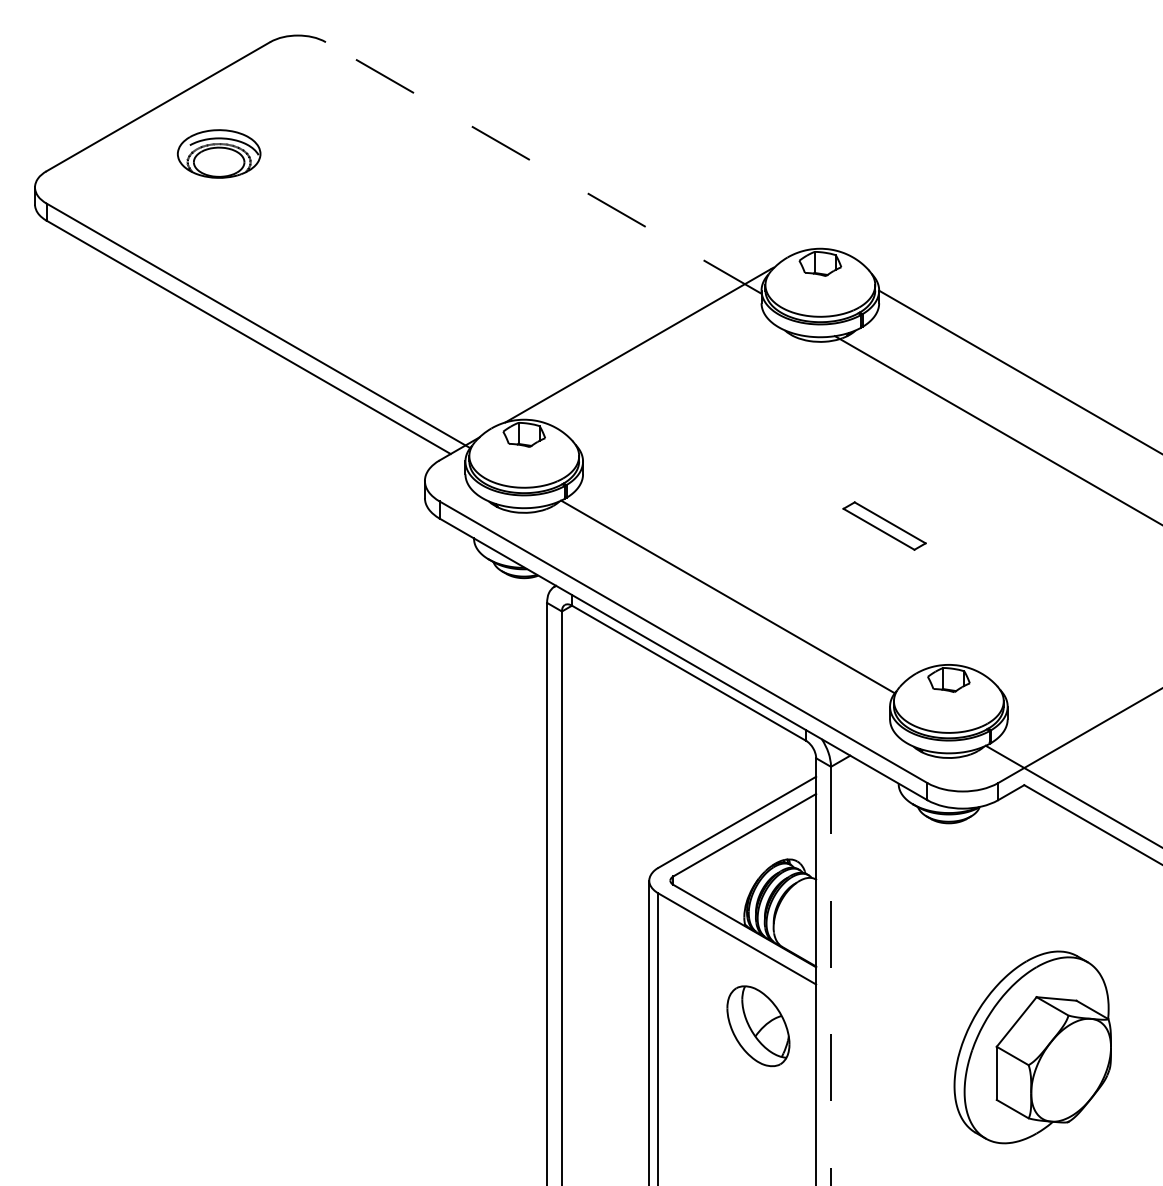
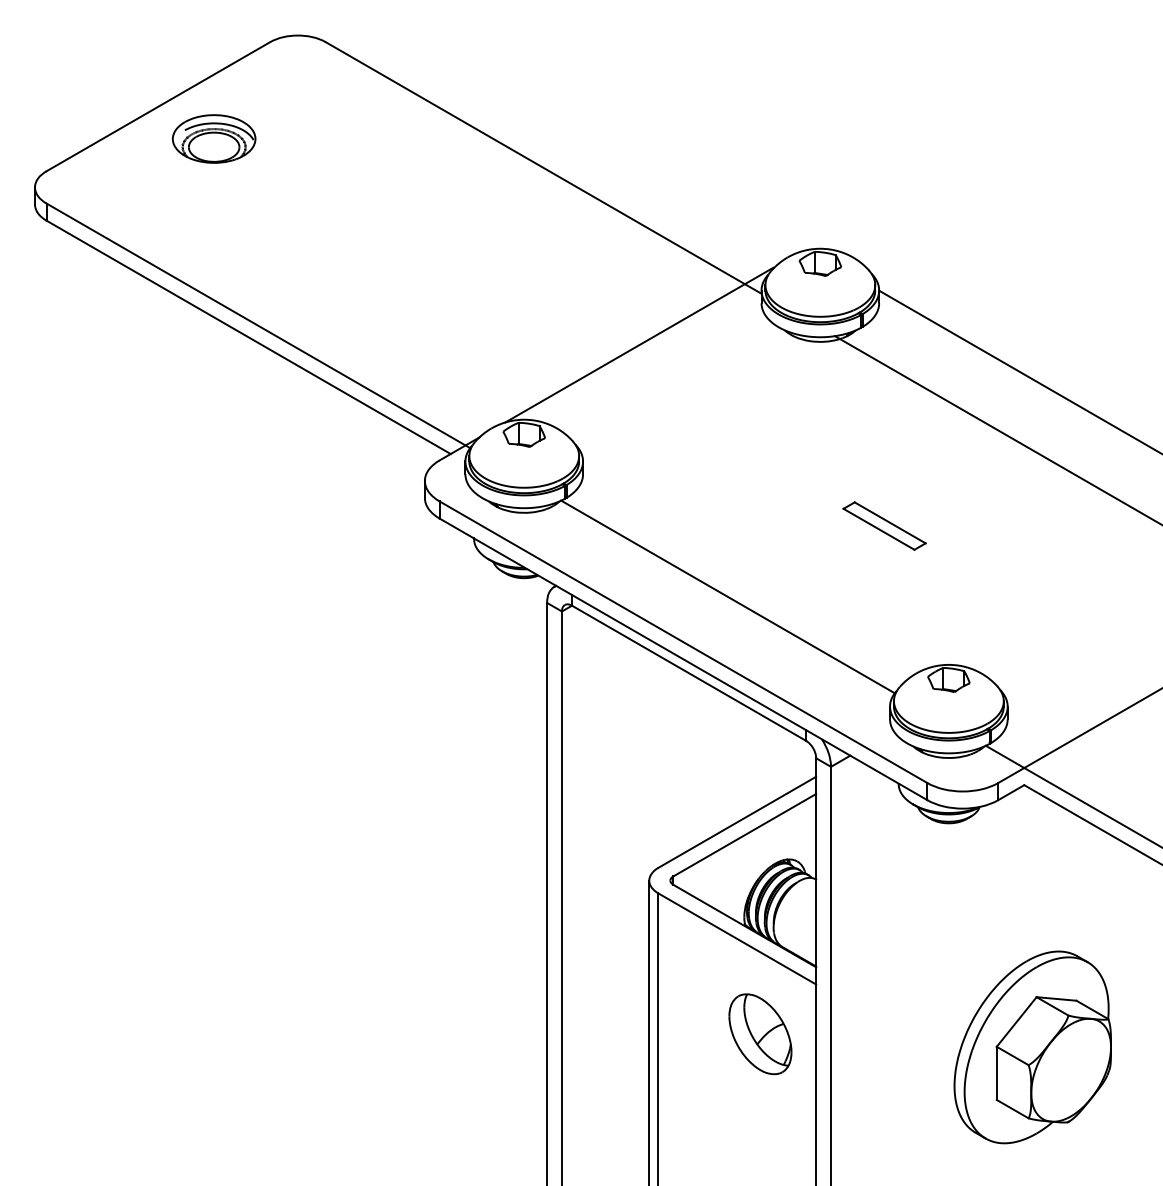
part at (219, 153) position: (219, 153) -> (214, 138)
line at (543, 168): dashed -> solid
line at (831, 976): dashed -> solid
part at (758, 1026) position: (758, 1026) -> (760, 1034)
